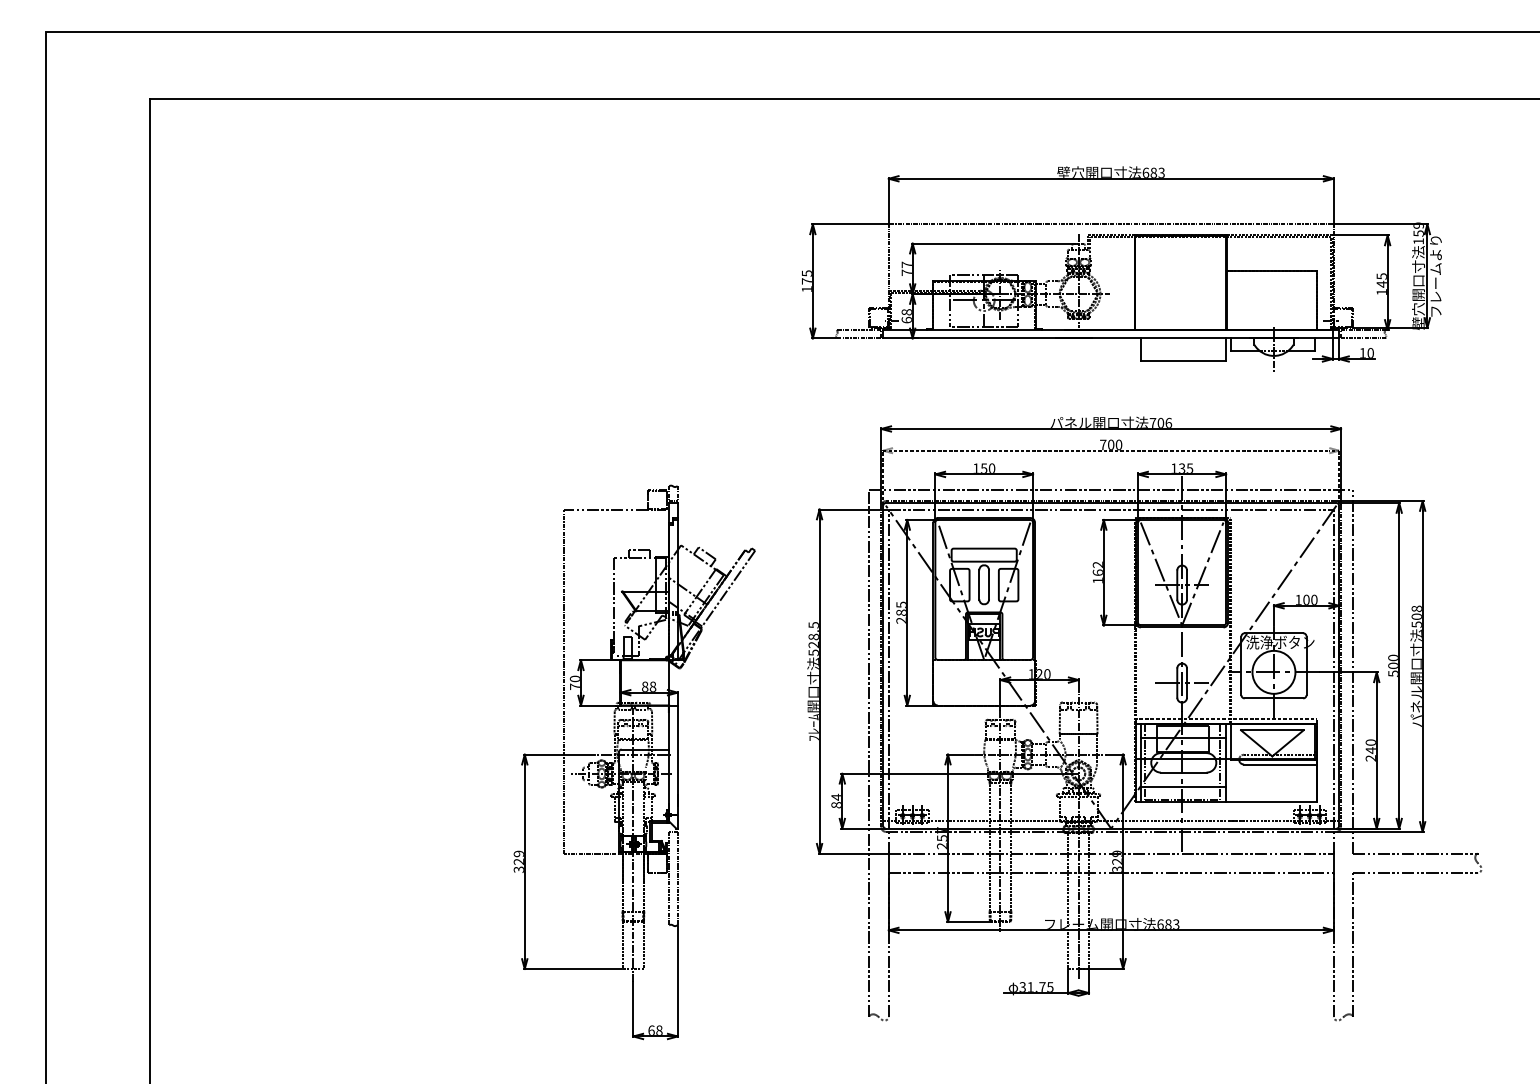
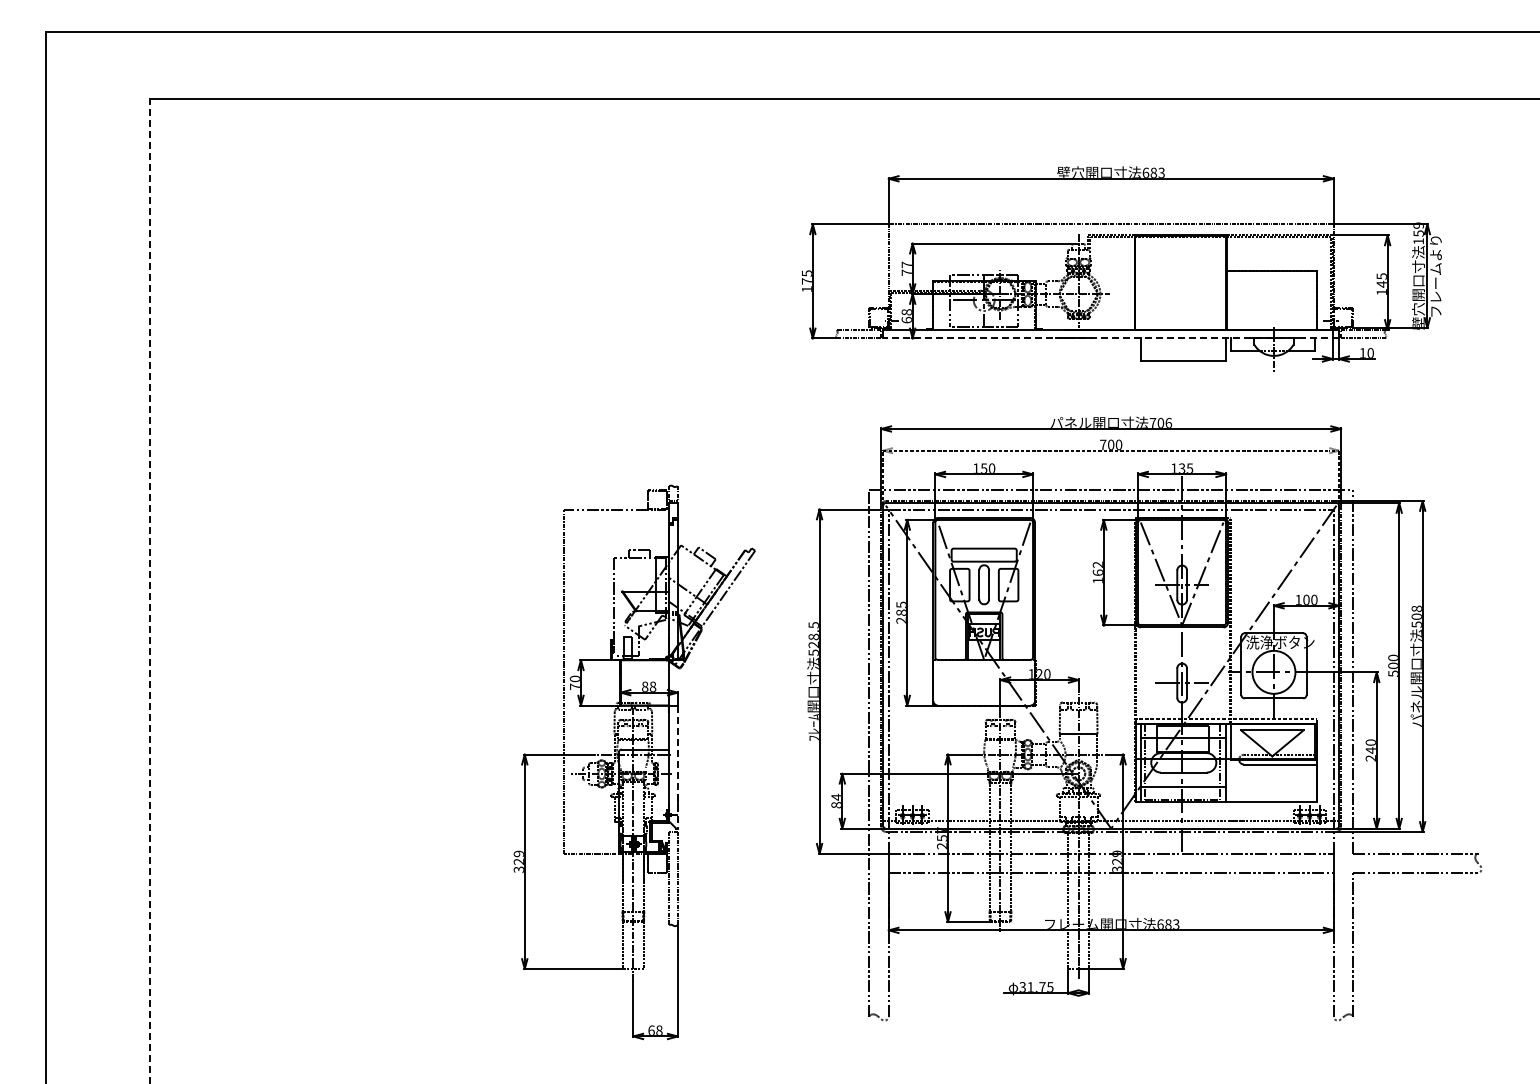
line at (1111, 338): solid -> dashed
line at (149, 590): solid -> dashed
line at (677, 767): solid -> dashed
